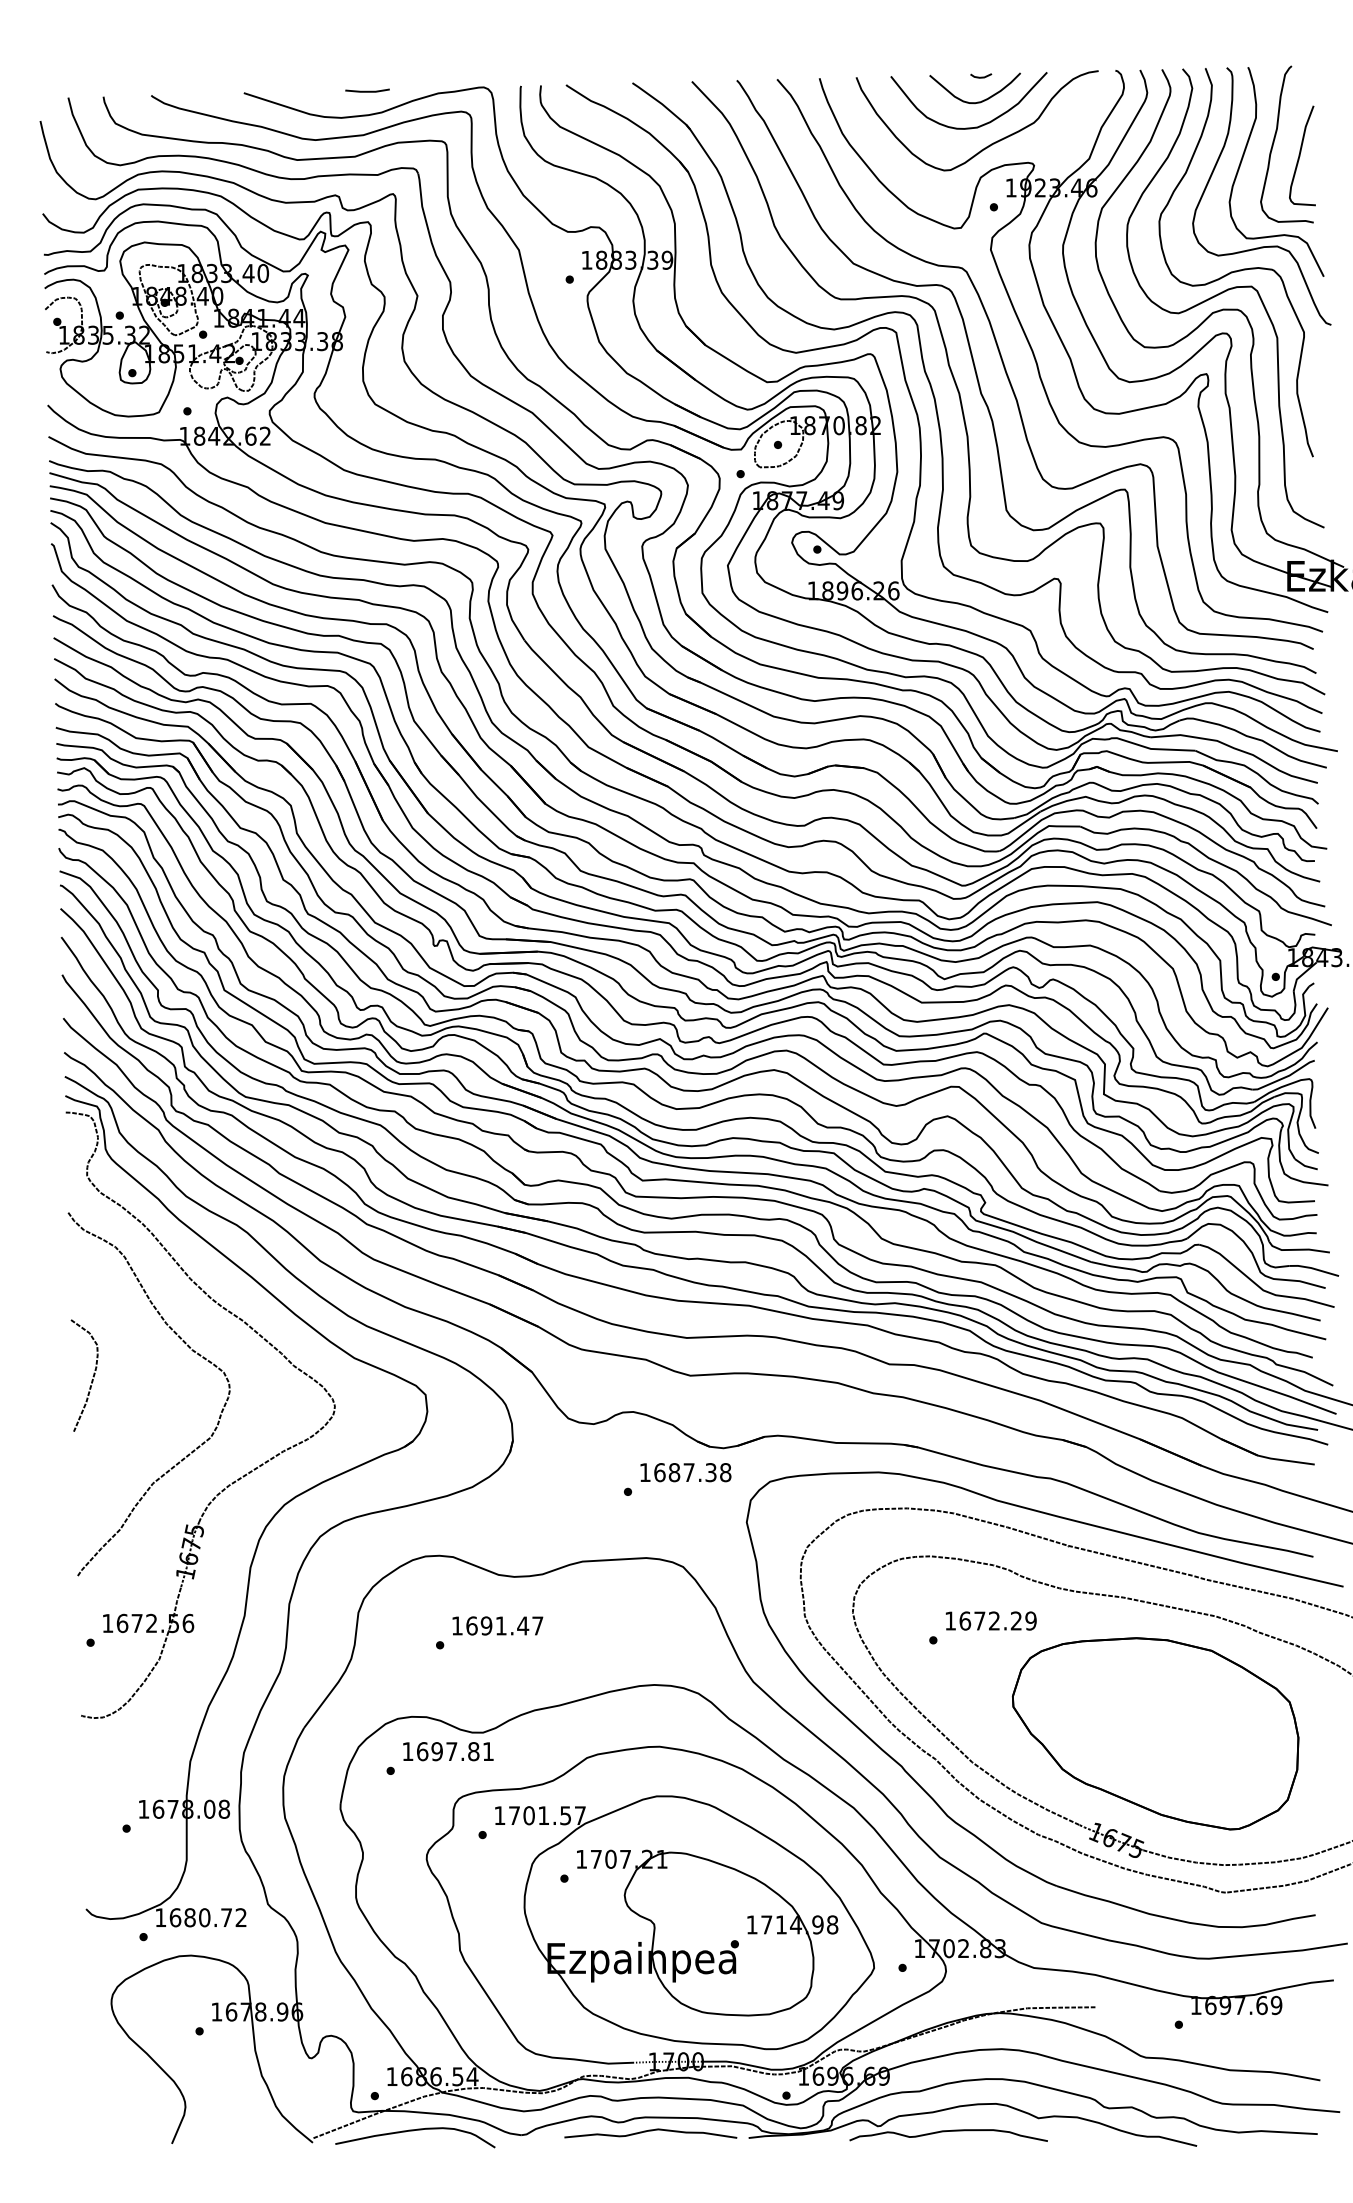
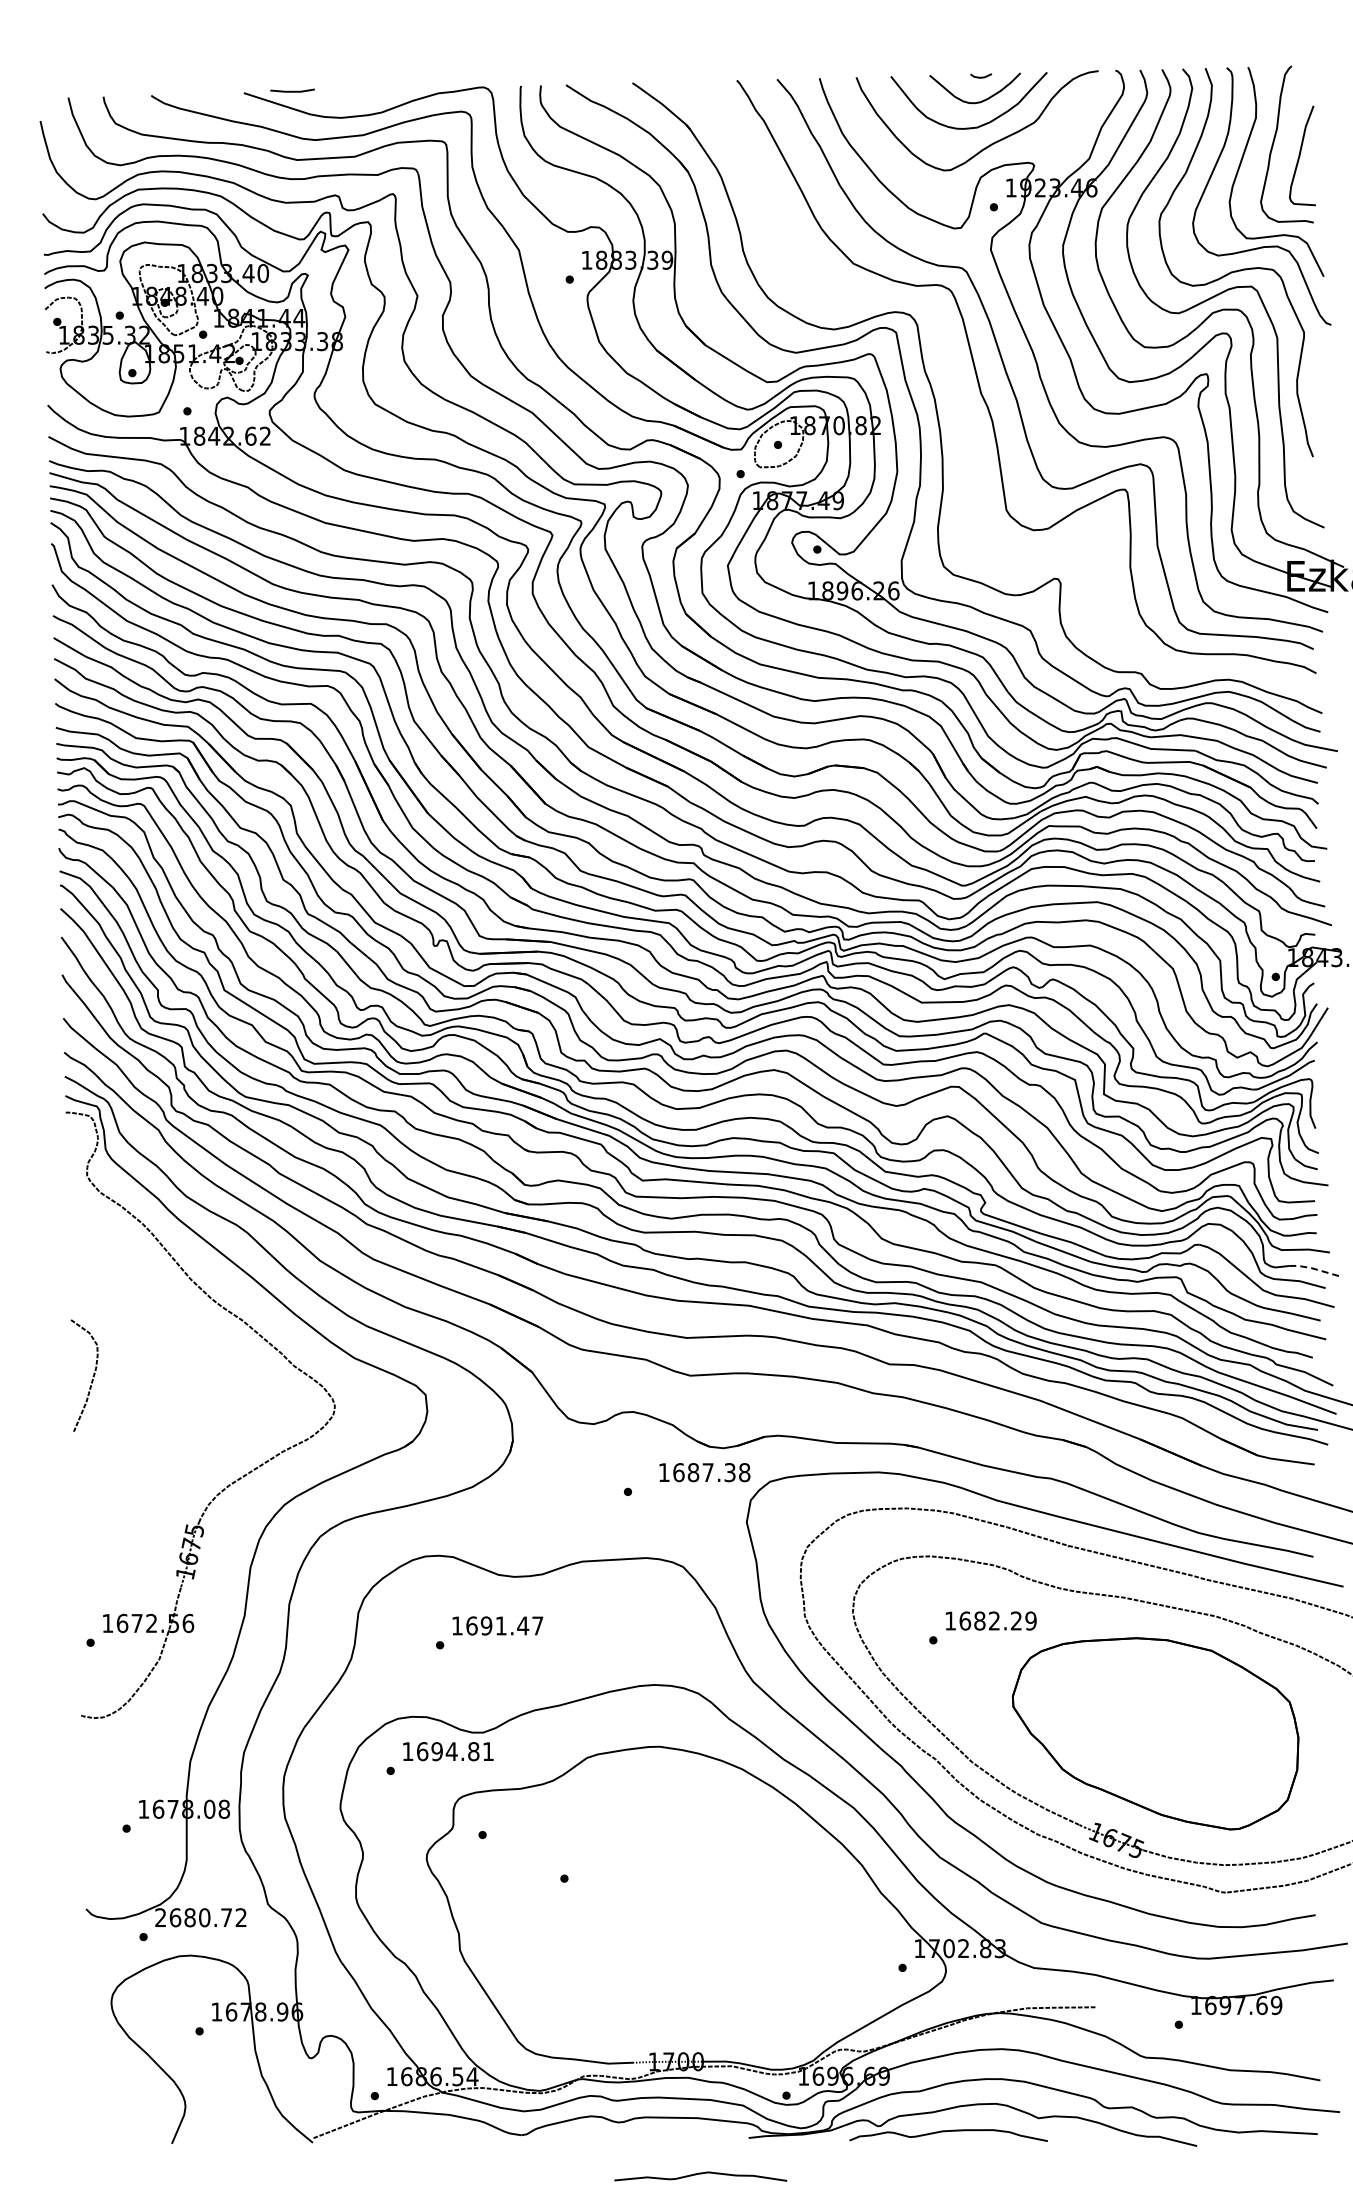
curve at (367, 90) position: (367, 90) -> (292, 90)
curve at (961, 398): present -> none
line at (1313, 1268): solid -> dashed
curve at (191, 1350): present -> none
text at (685, 1472) position: (685, 1472) -> (704, 1472)
text at (979, 1620): 1672.29 -> 1682.29
text at (451, 1751): 1697.81 -> 1694.81
text at (160, 1917): 1680.72 -> 2680.72
part at (684, 1922): present -> none
curve at (413, 2131): present -> none
curve at (650, 2131) position: (650, 2131) -> (700, 2174)
